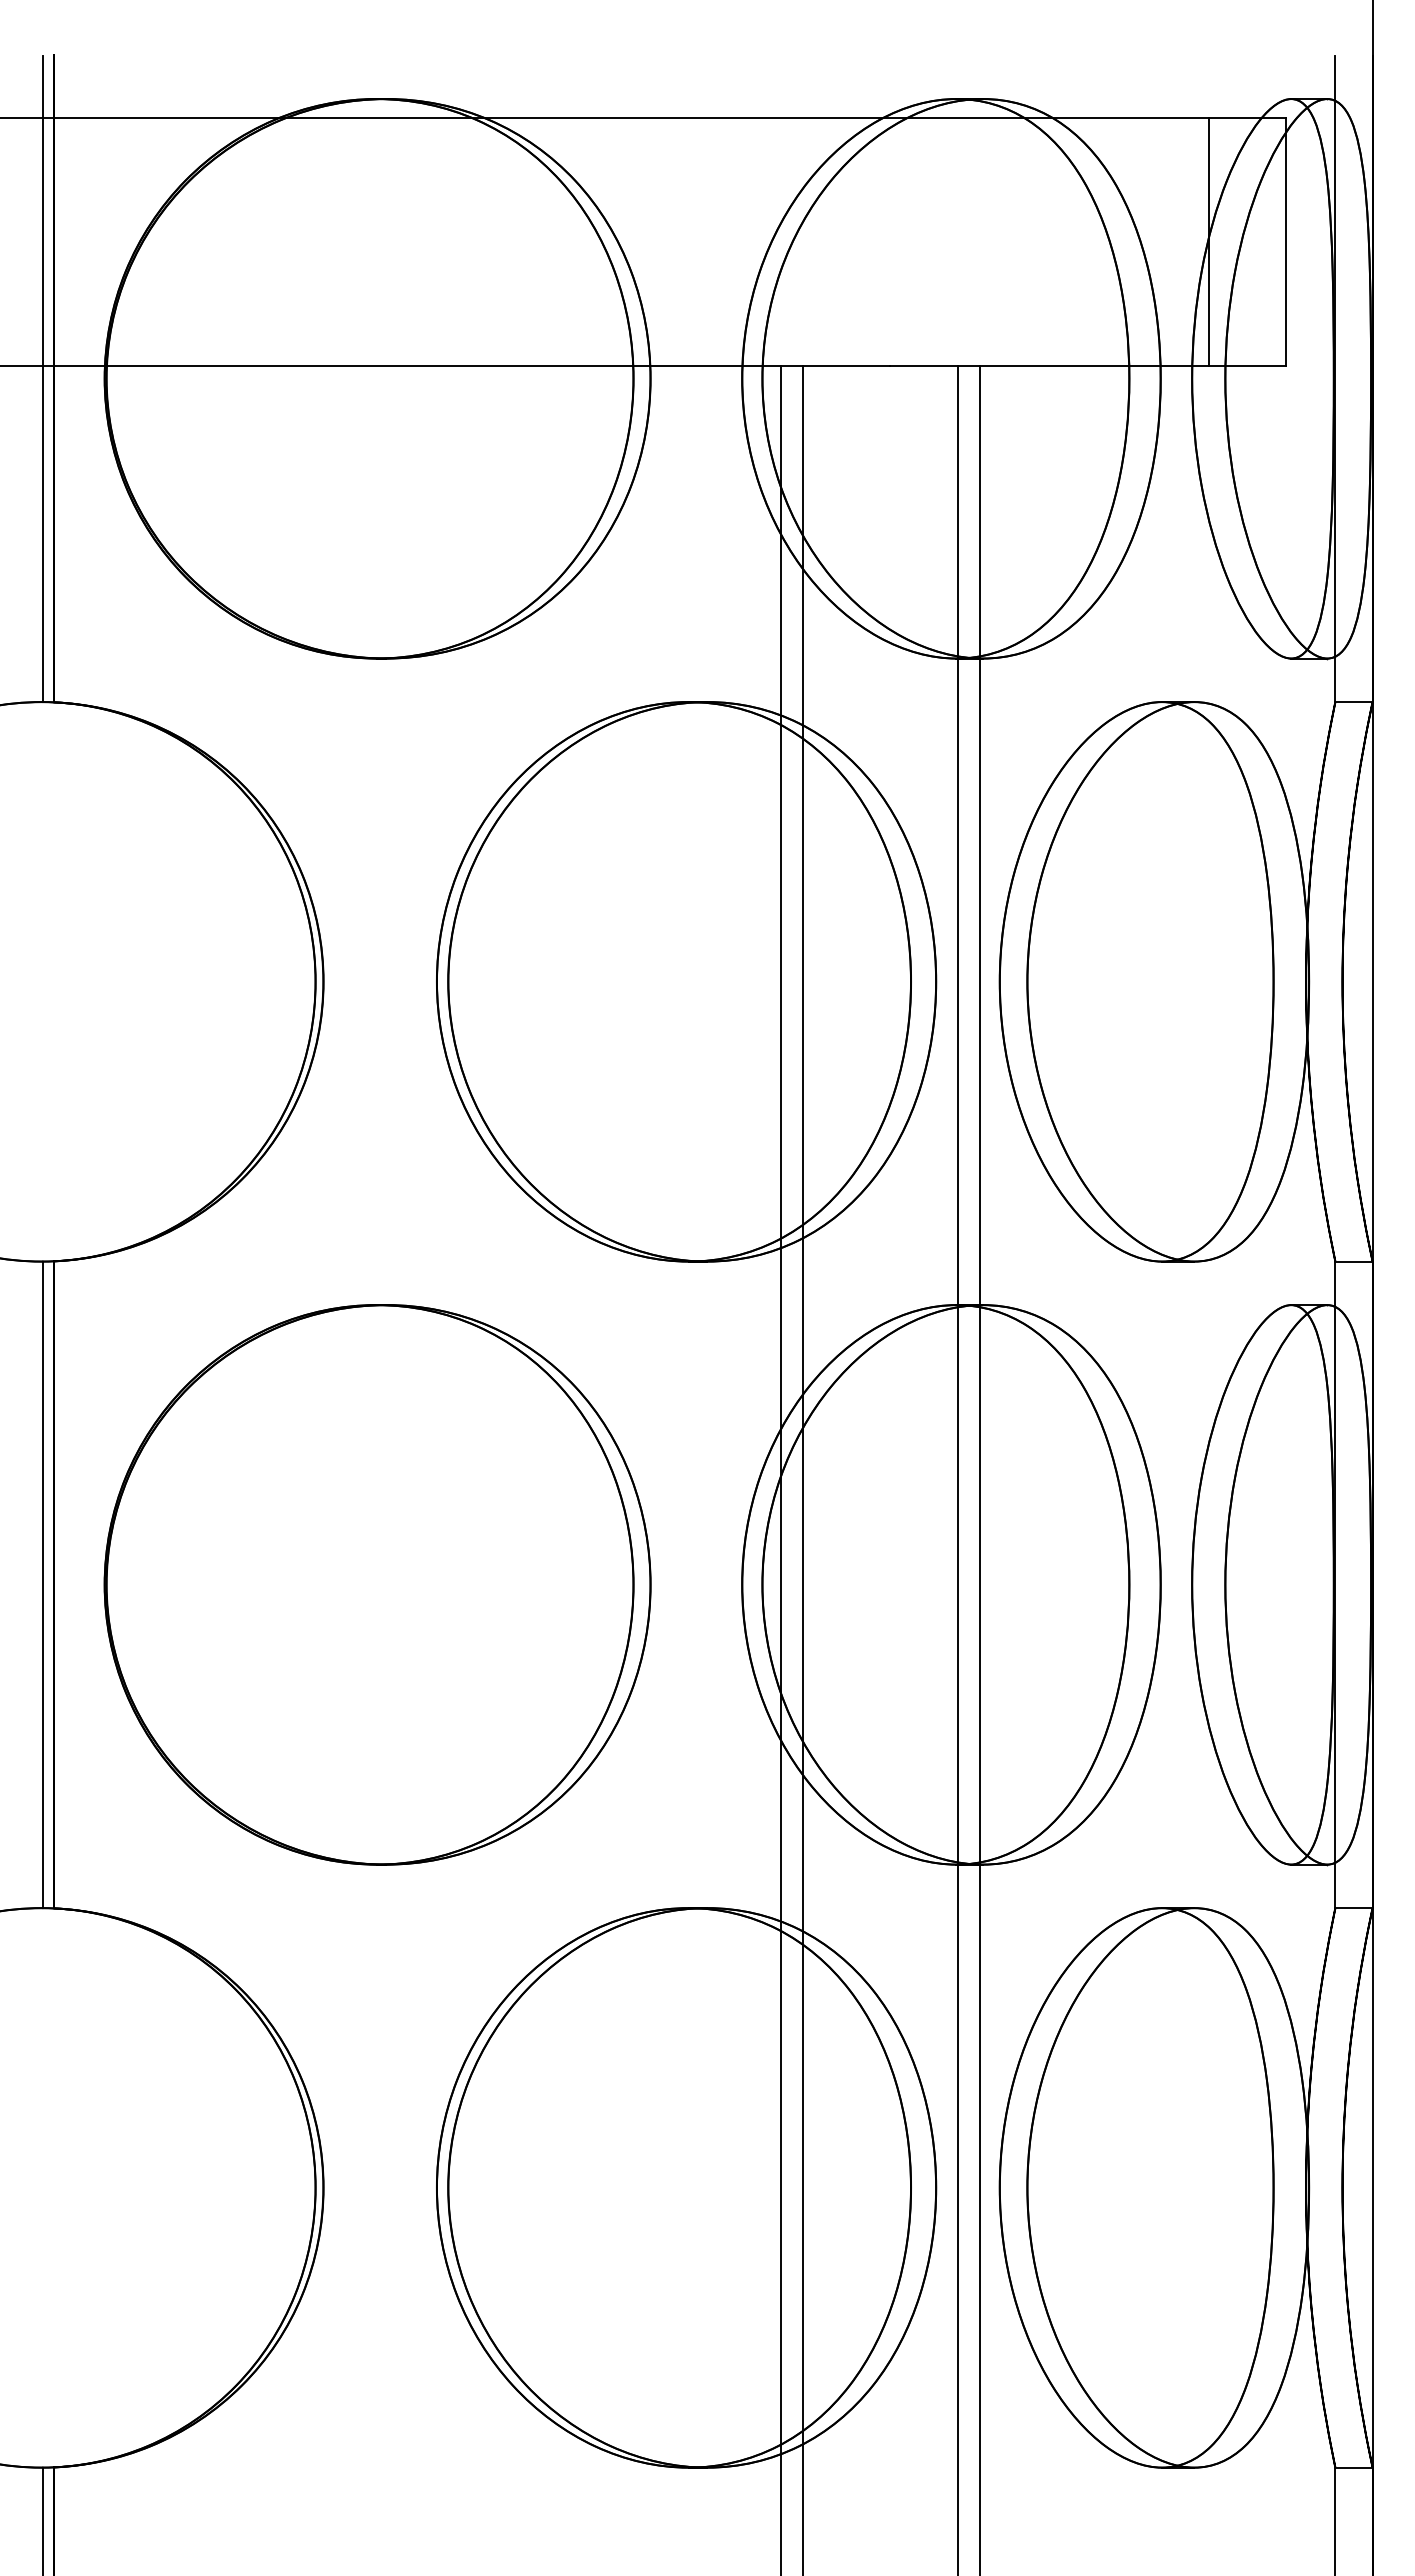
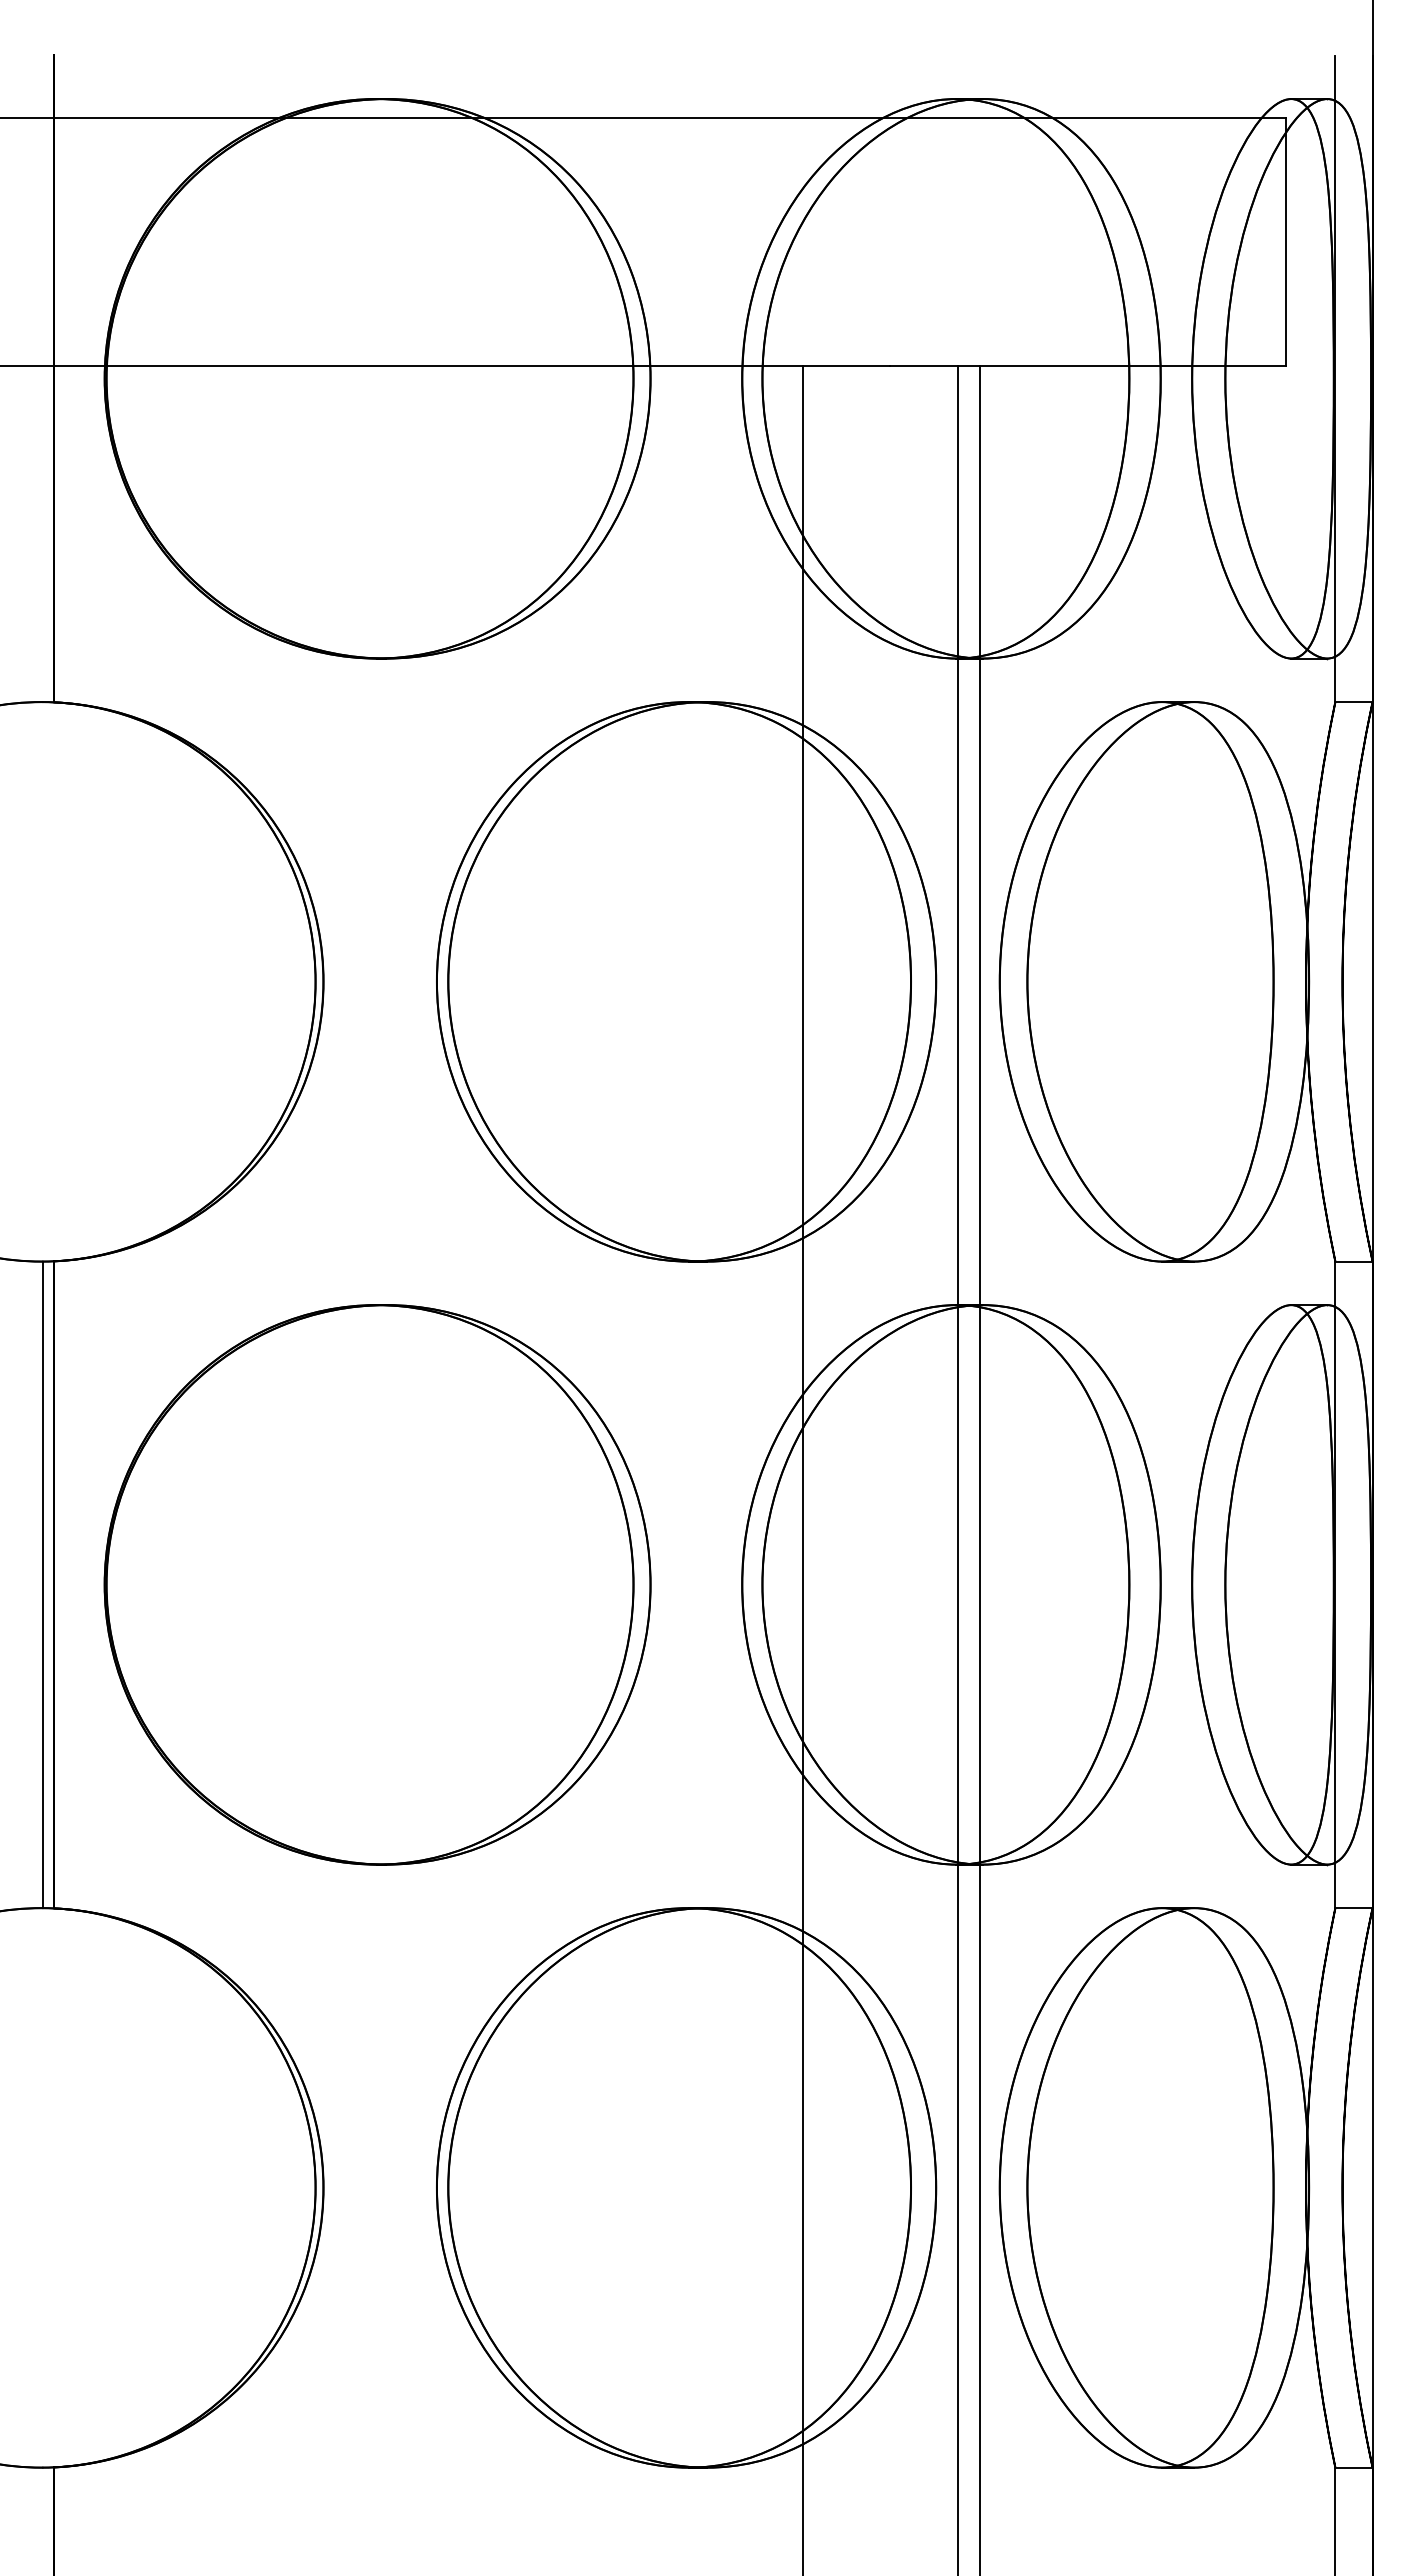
line at (1208, 241): present -> none
line at (43, 378): present -> none
line at (781, 1469): present -> none
line at (43, 2519): present -> none
